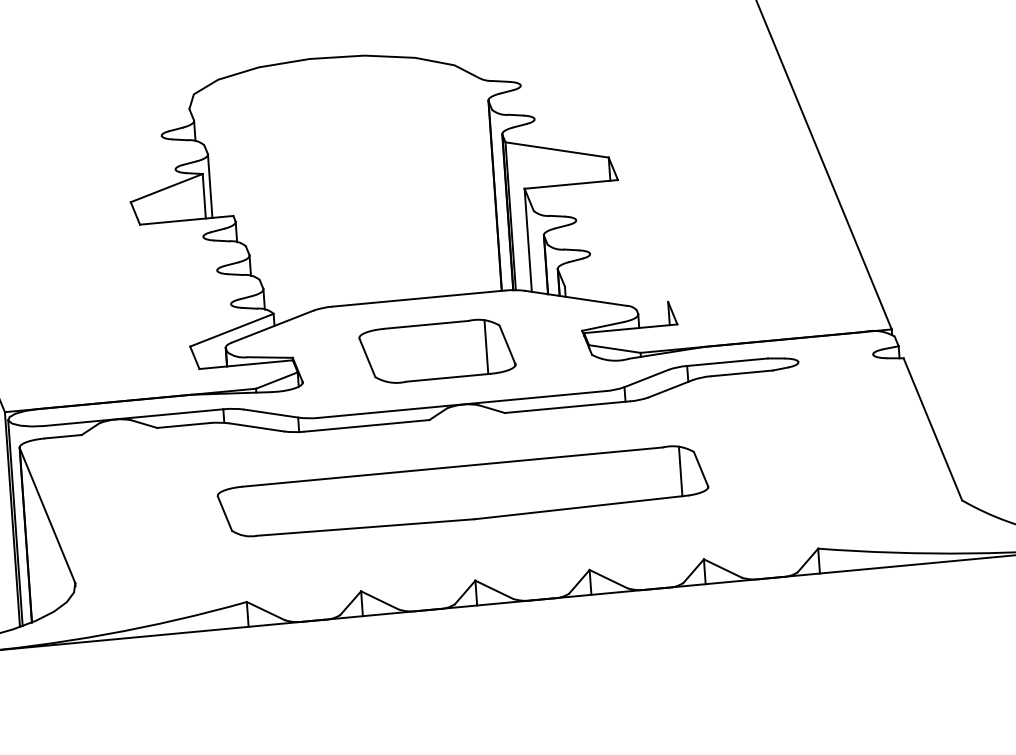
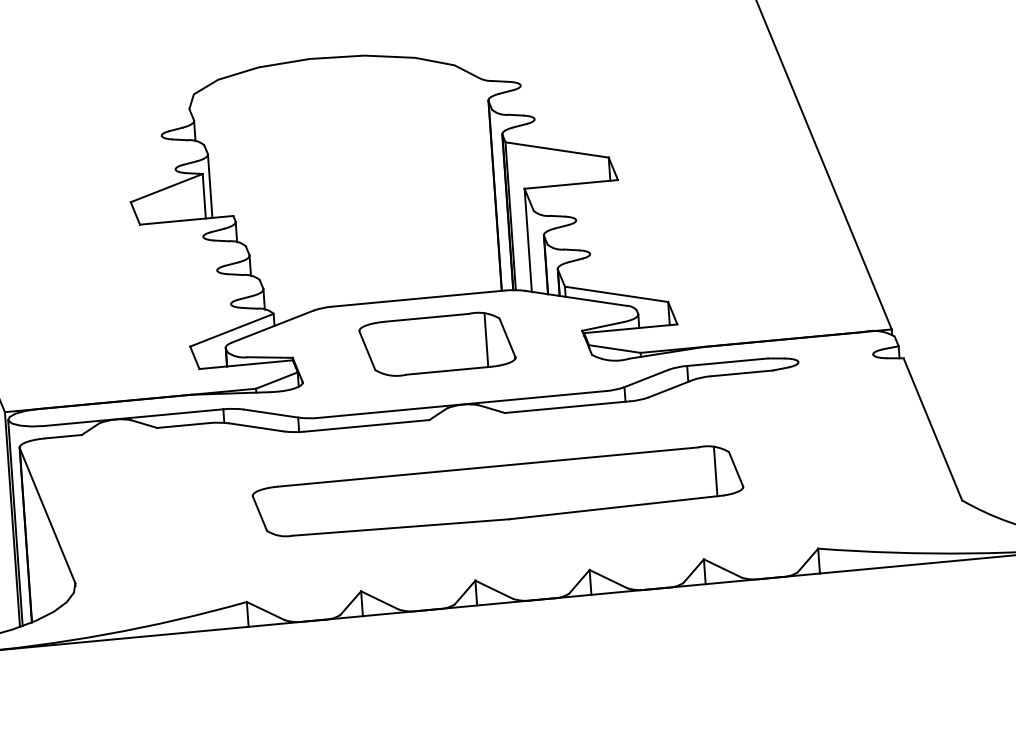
line at (616, 294): none -> present
part at (437, 350) position: (437, 350) -> (437, 343)
part at (462, 491) position: (462, 491) -> (497, 491)
